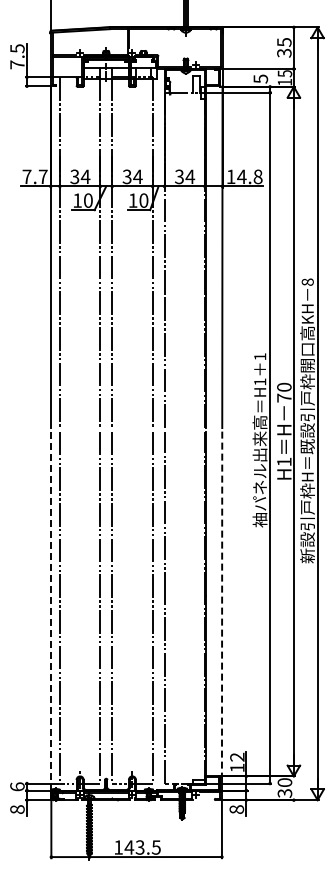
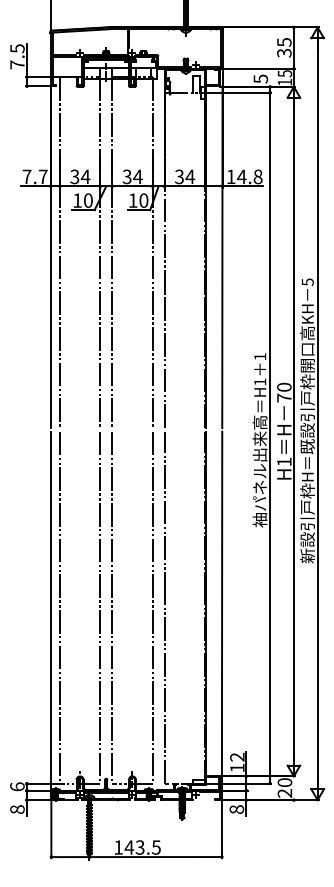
text at (307, 281): 8 -> 5
line at (222, 604): dashed -> solid
line at (50, 611): dashed -> solid
text at (285, 793): 30 -> 20
